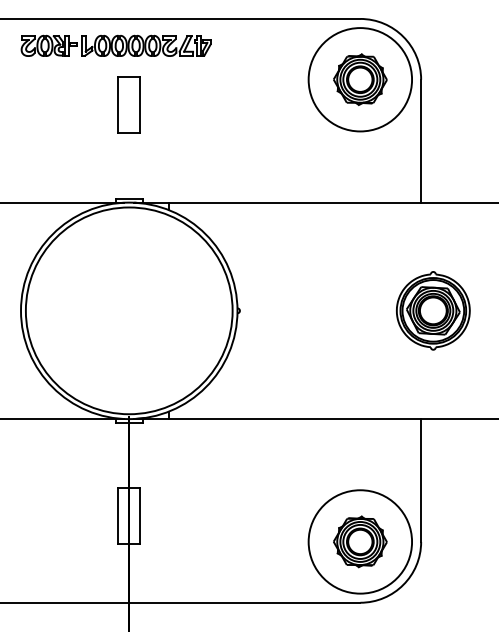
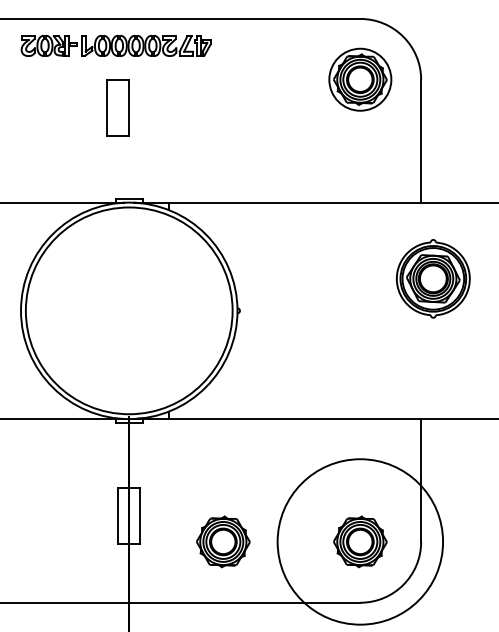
circle at (360, 79) diameter: 103 px -> 62 px
part at (128, 104) position: (128, 104) -> (117, 107)
part at (433, 310) position: (433, 310) -> (433, 278)
part at (223, 541): none -> present
circle at (360, 541) diameter: 103 px -> 165 px
